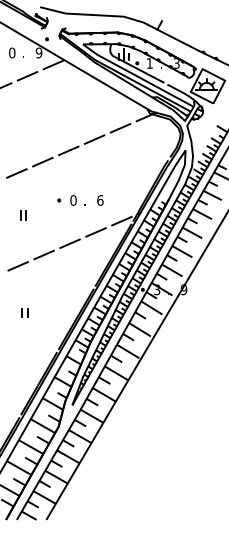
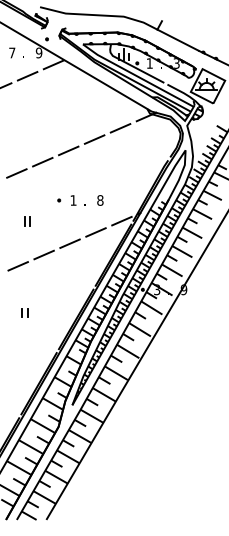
text at (12, 52): 0 -> 7
text at (73, 200): 0 -> 1
text at (100, 200): 6 -> 8
part at (23, 215) position: (23, 215) -> (27, 221)
